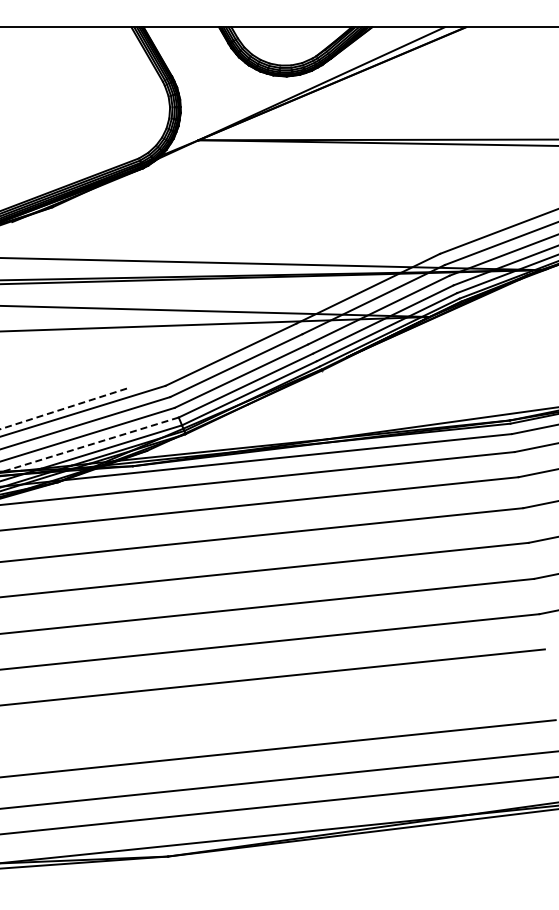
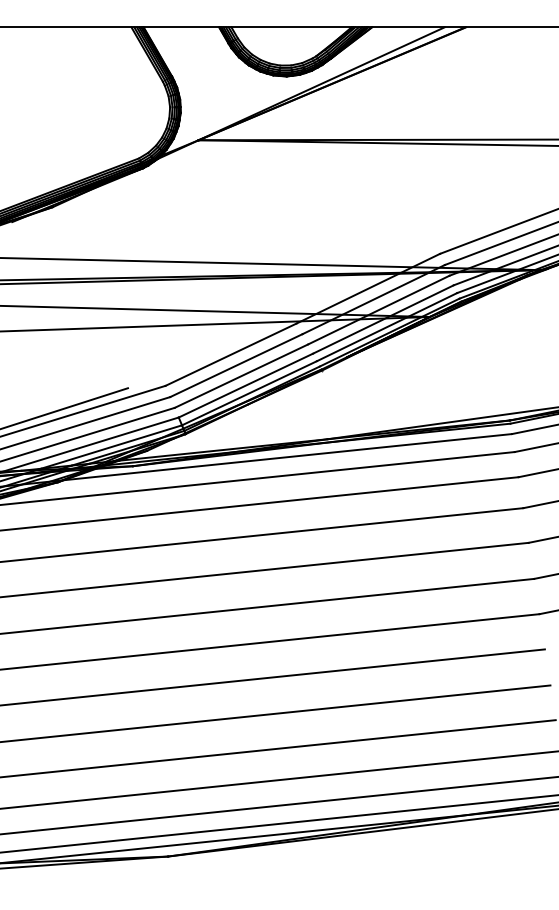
line at (64, 408): dashed -> solid
line at (91, 444): dashed -> solid
line at (276, 713): none -> present
line at (278, 823): none -> present
